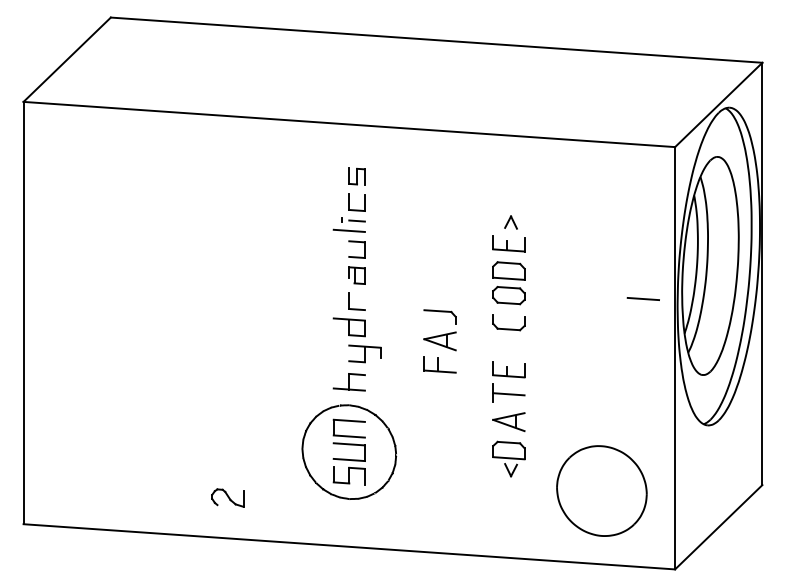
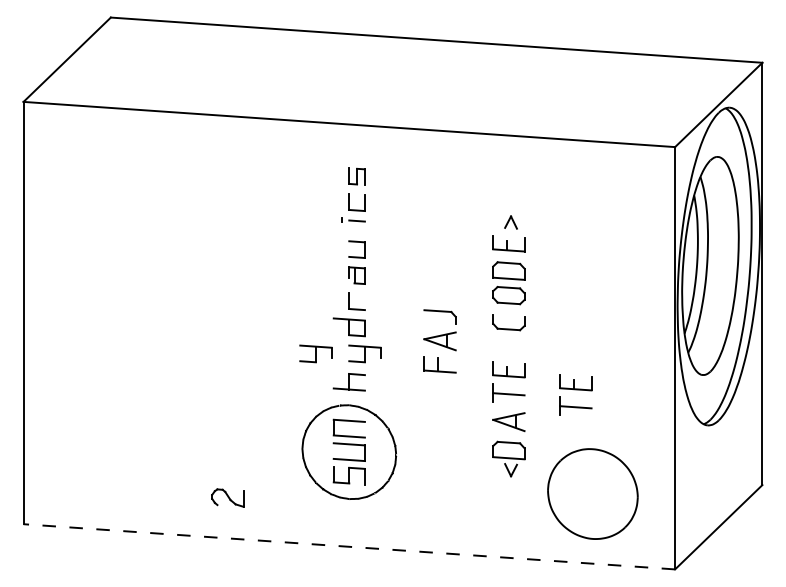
line at (348, 230): present -> none
line at (643, 298): present -> none
part at (315, 353): none -> present
part at (575, 394): none -> present
part at (601, 490) position: (601, 490) -> (592, 493)
line at (349, 546): solid -> dashed
